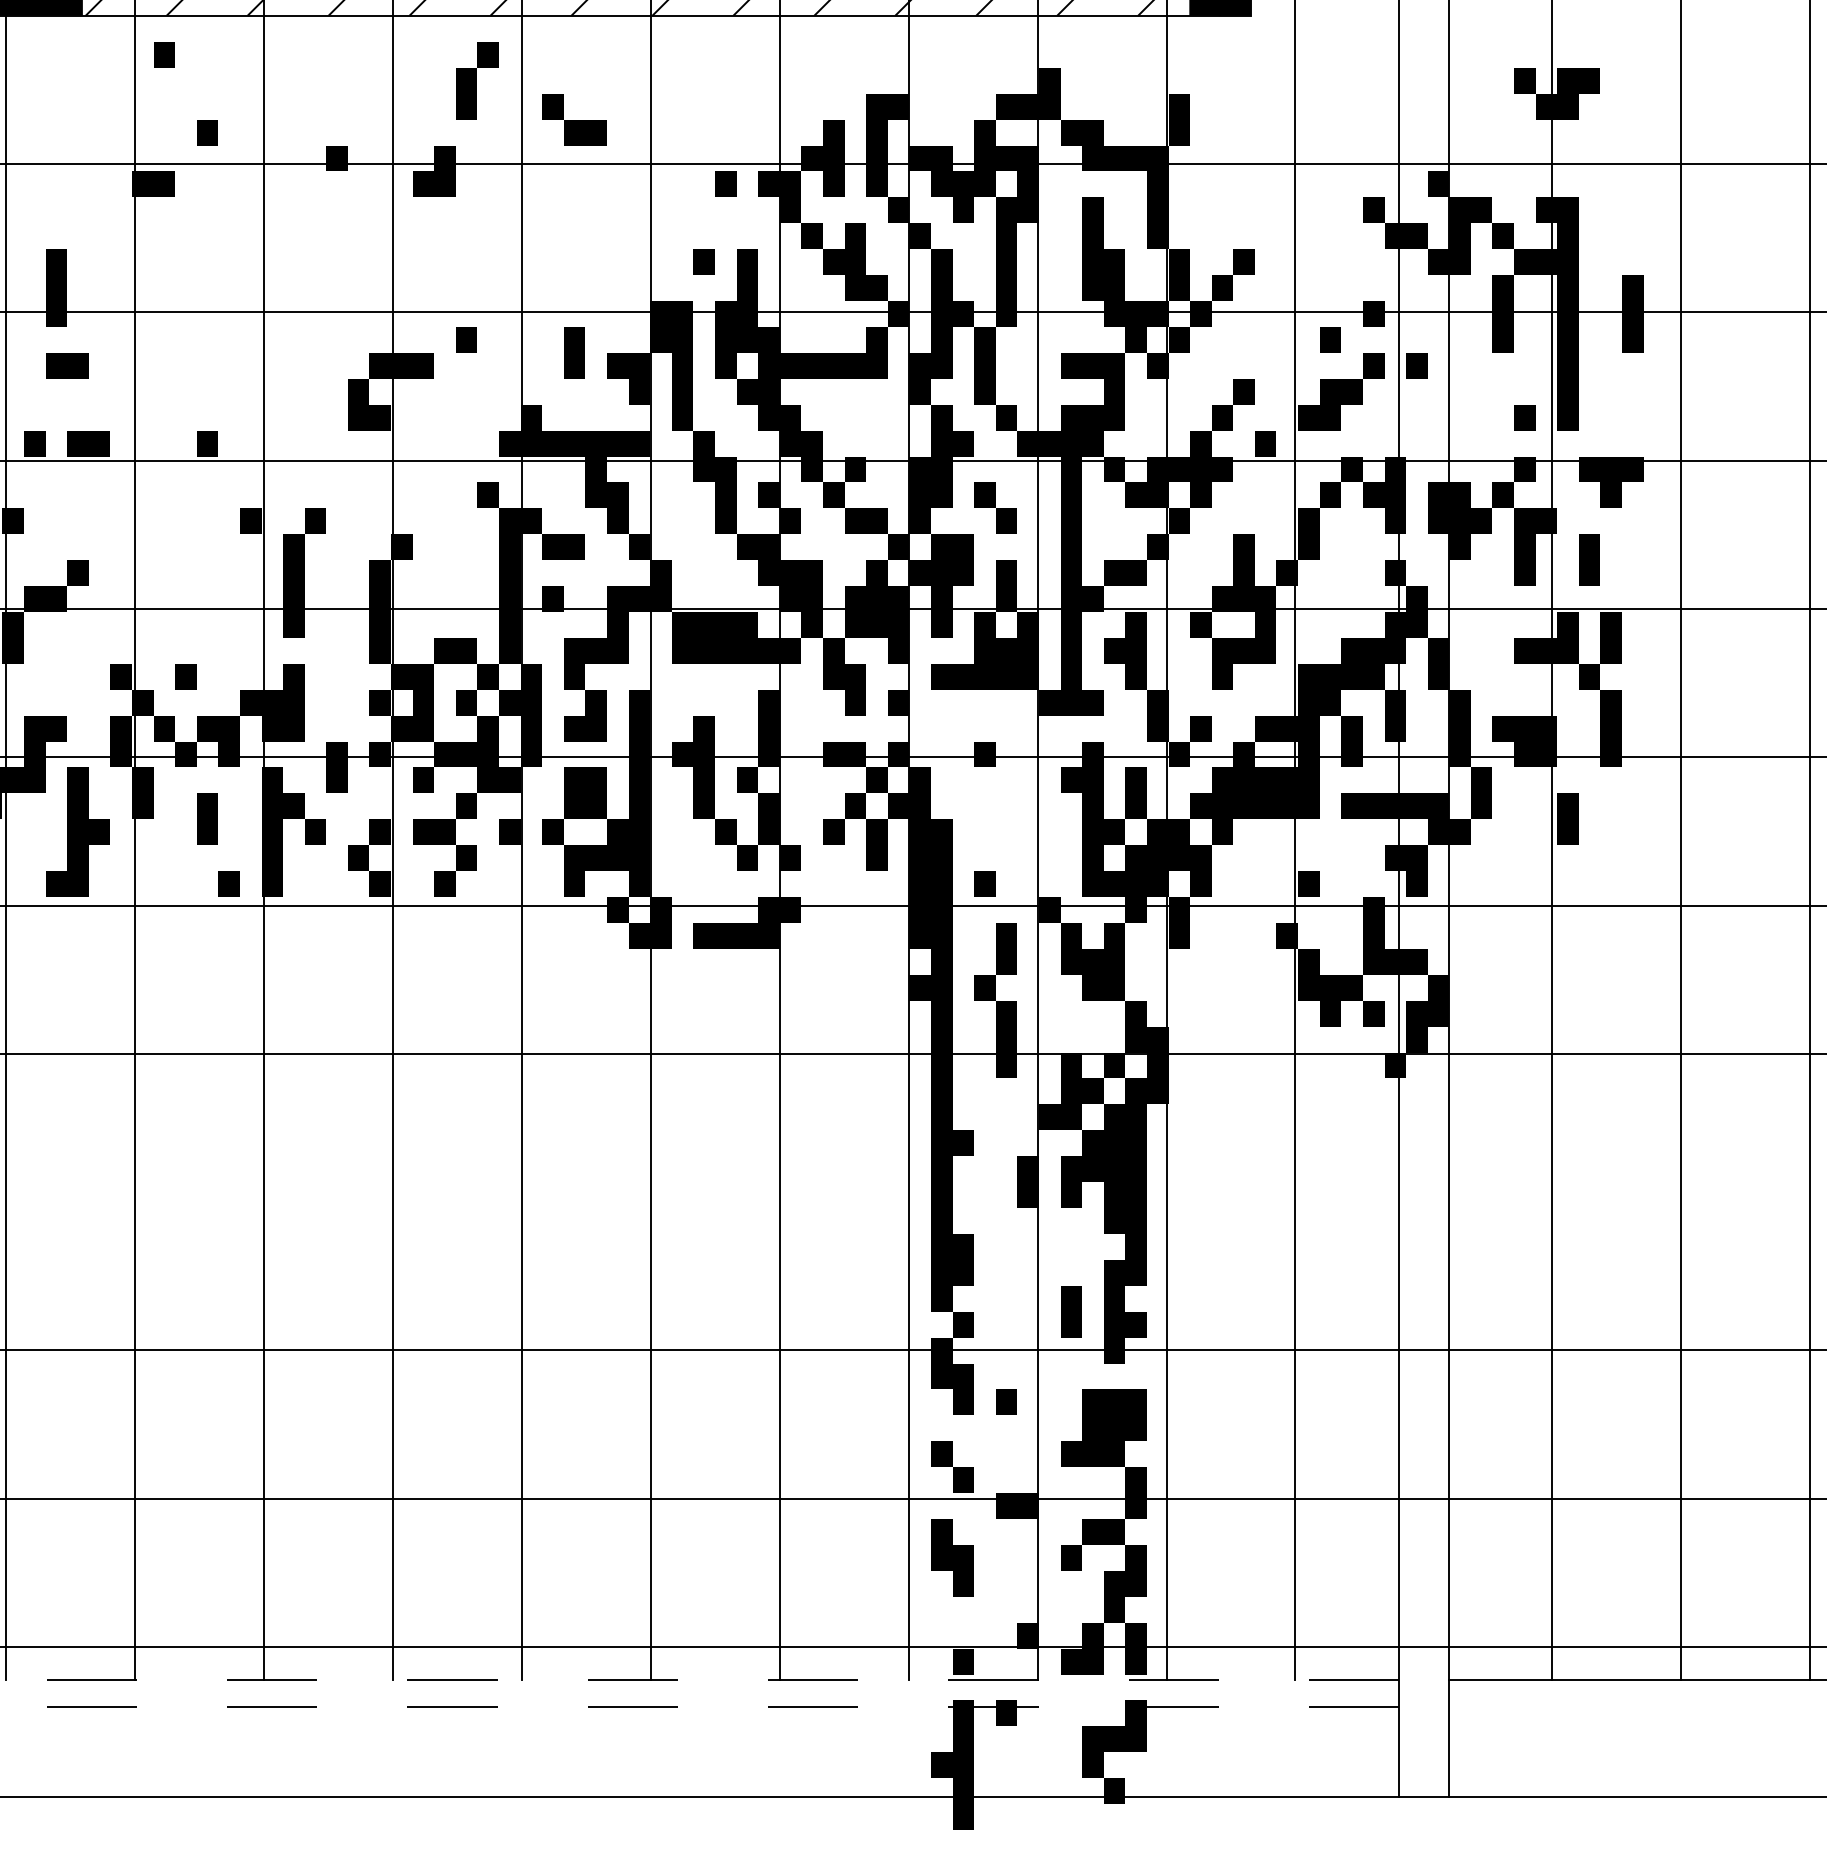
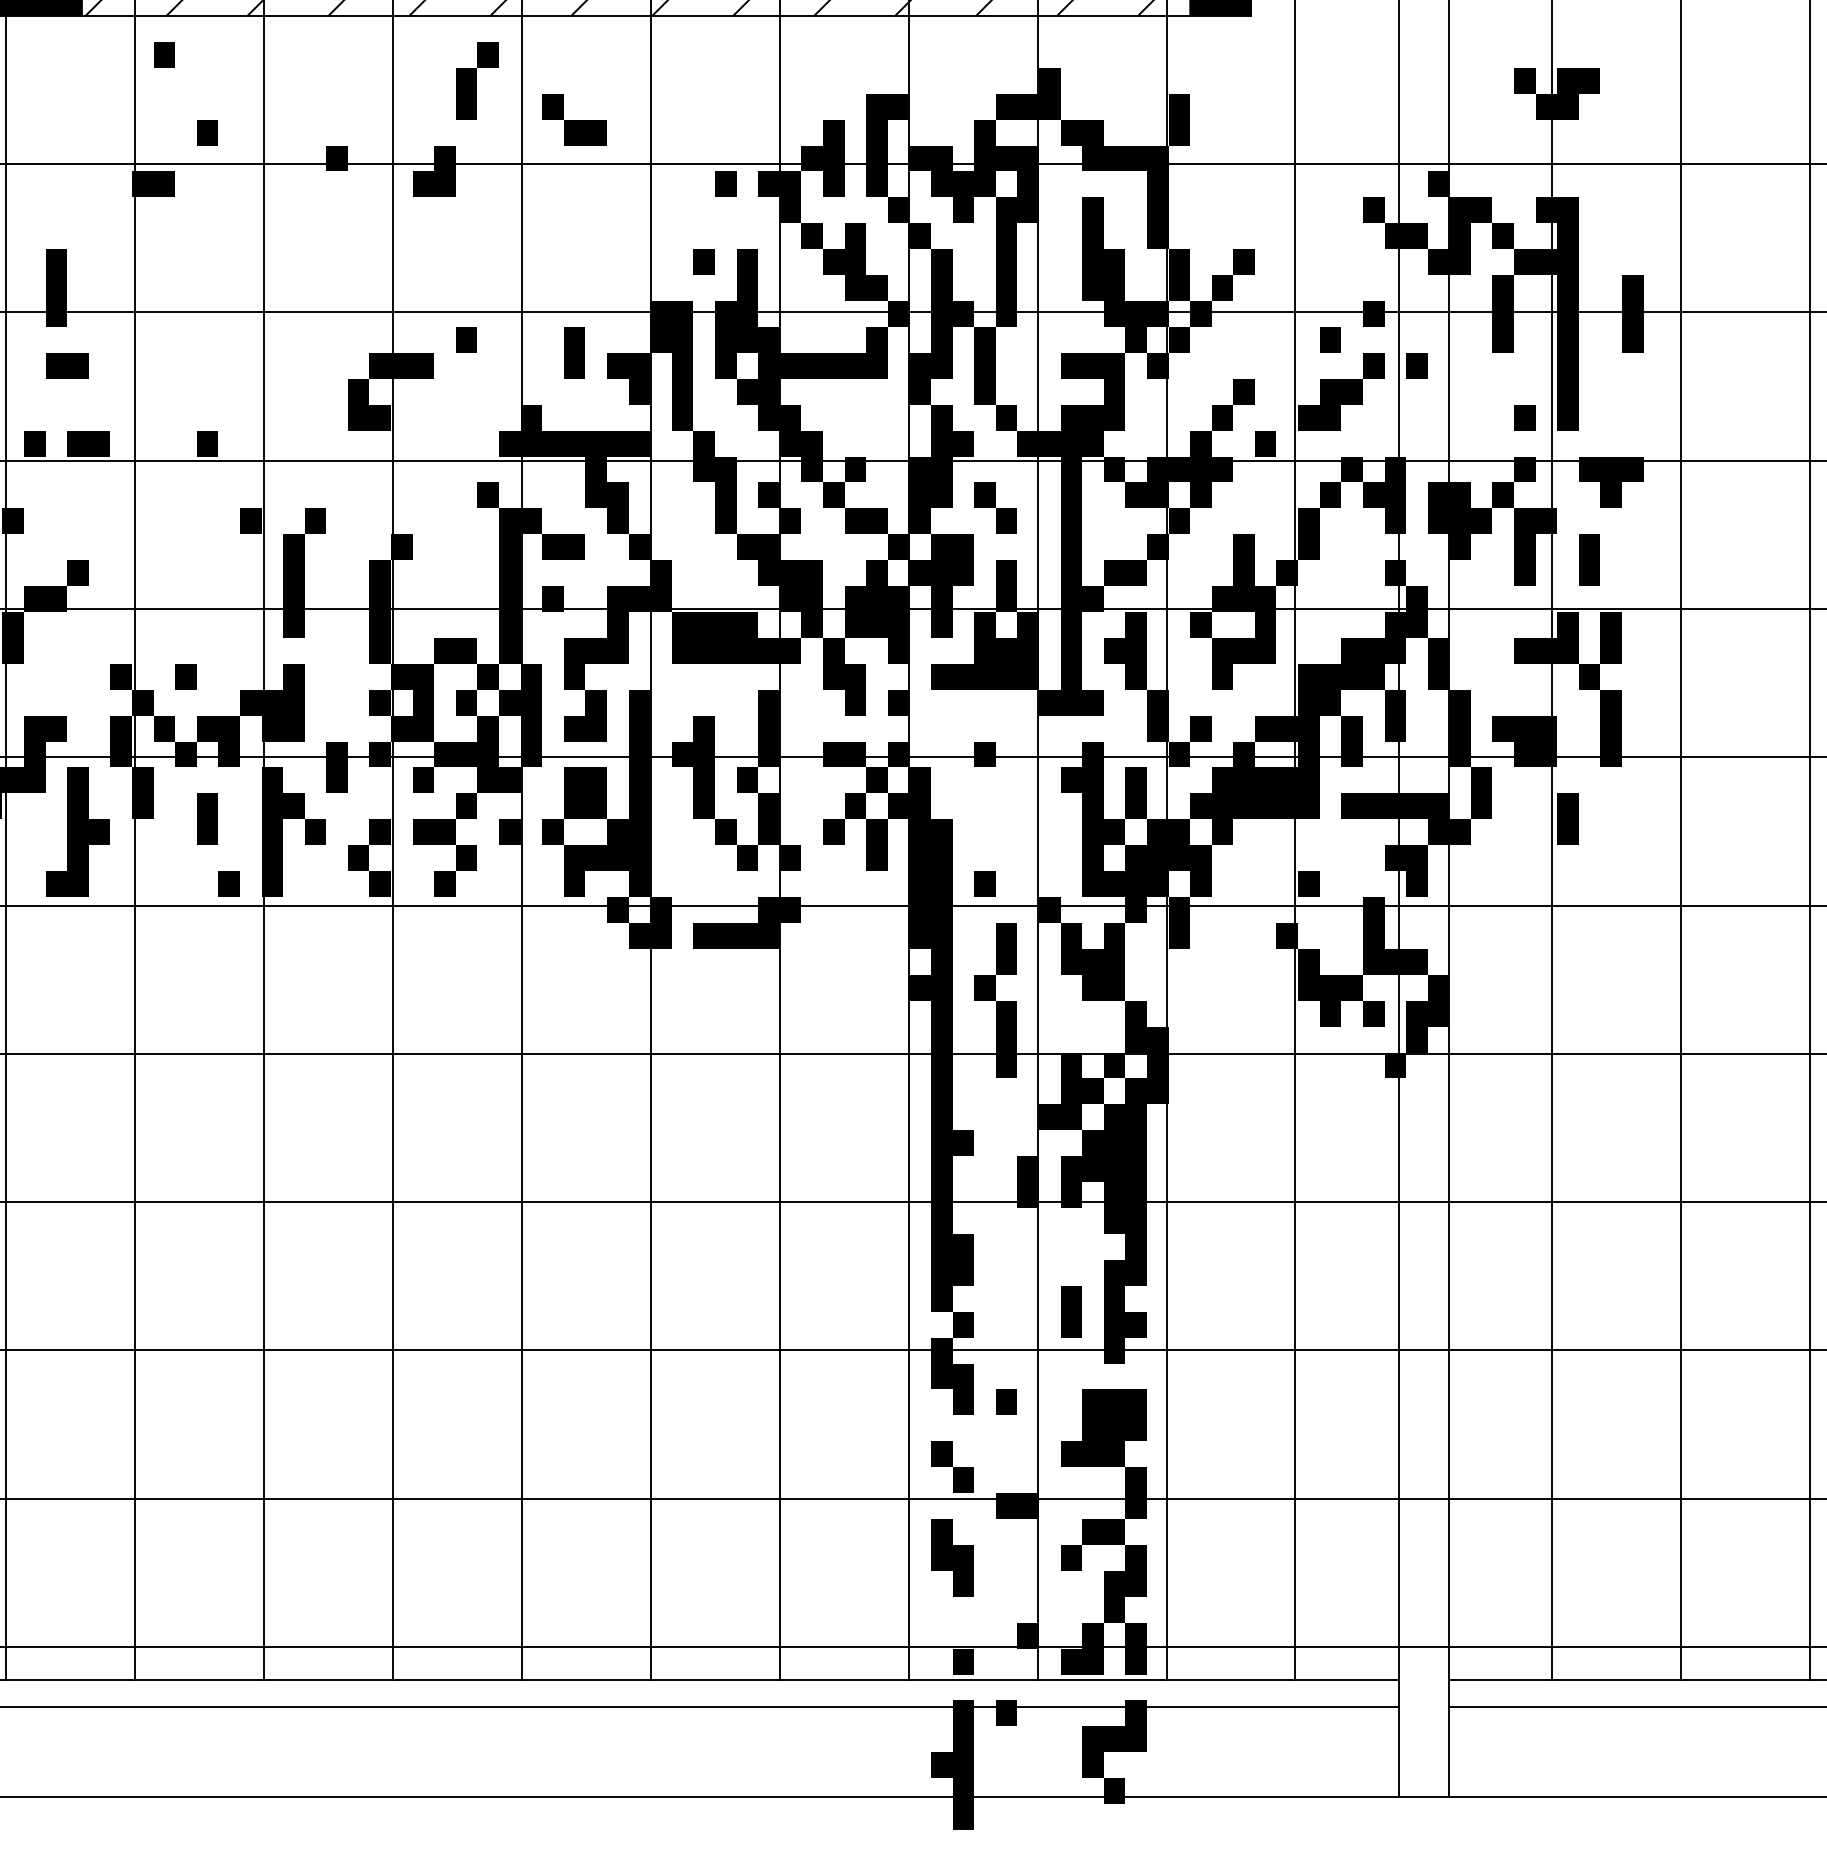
line at (912, 1202): none -> present
line at (699, 1679): dashed -> solid
line at (699, 1707): dashed -> solid
line at (1635, 1707): none -> present
